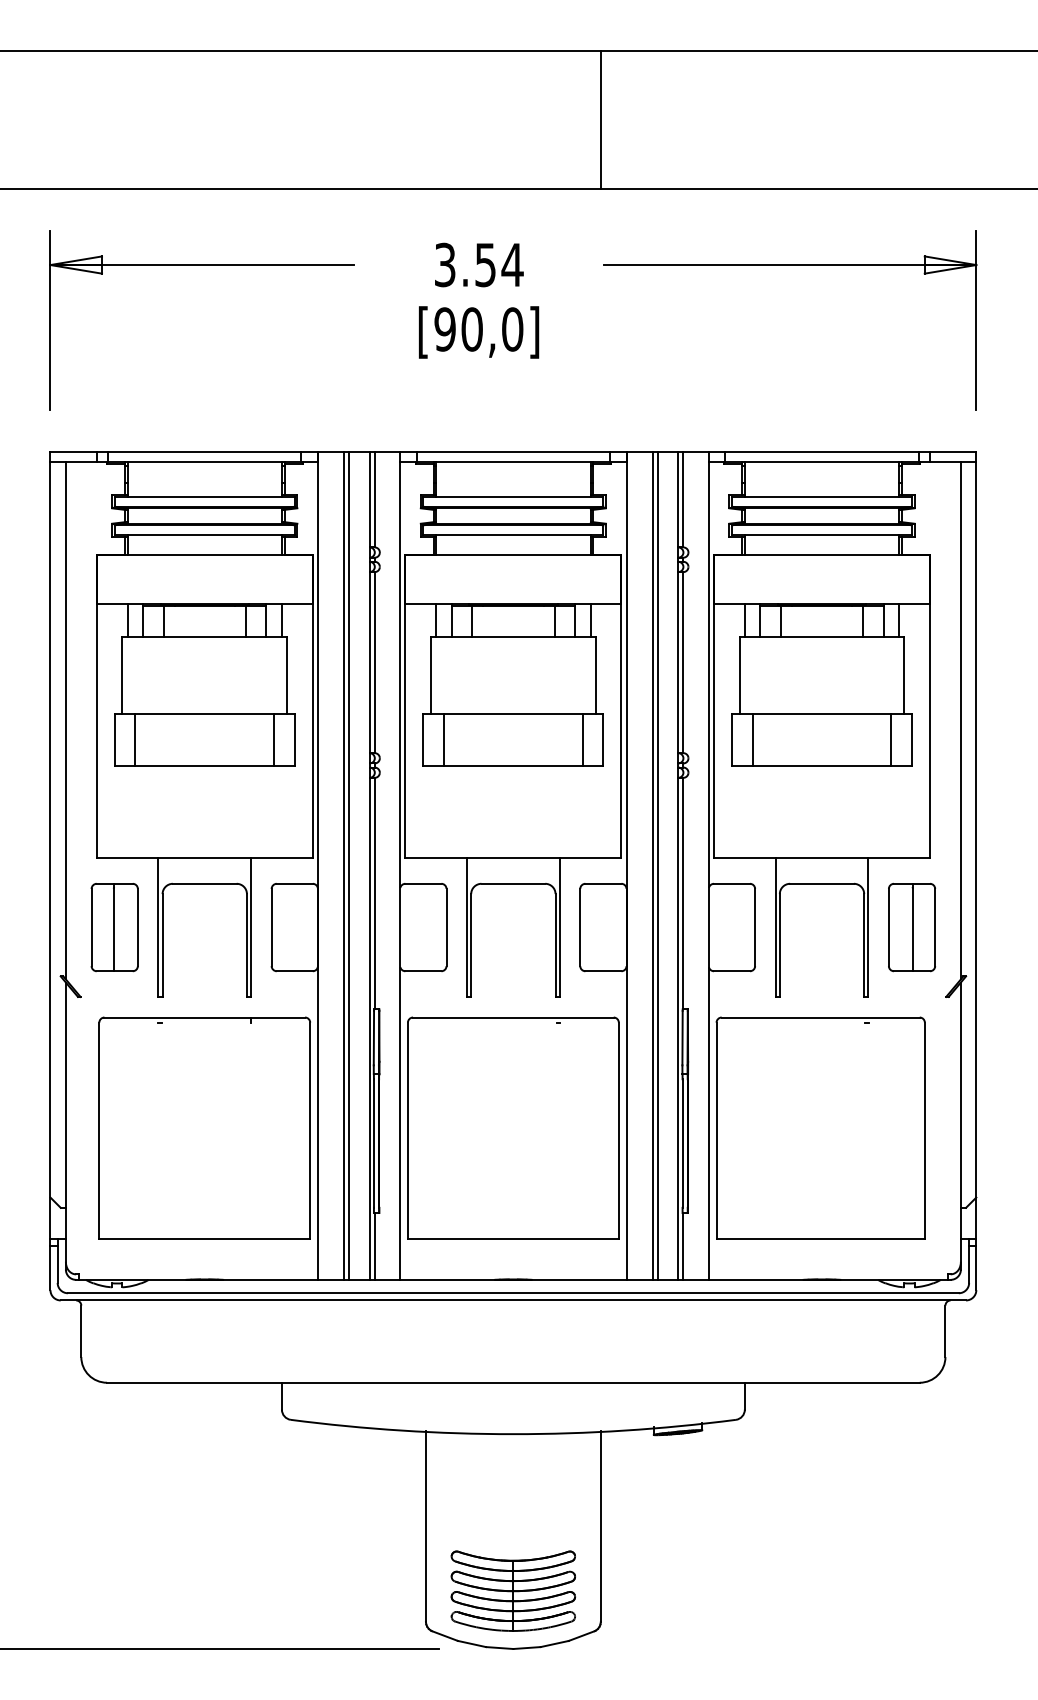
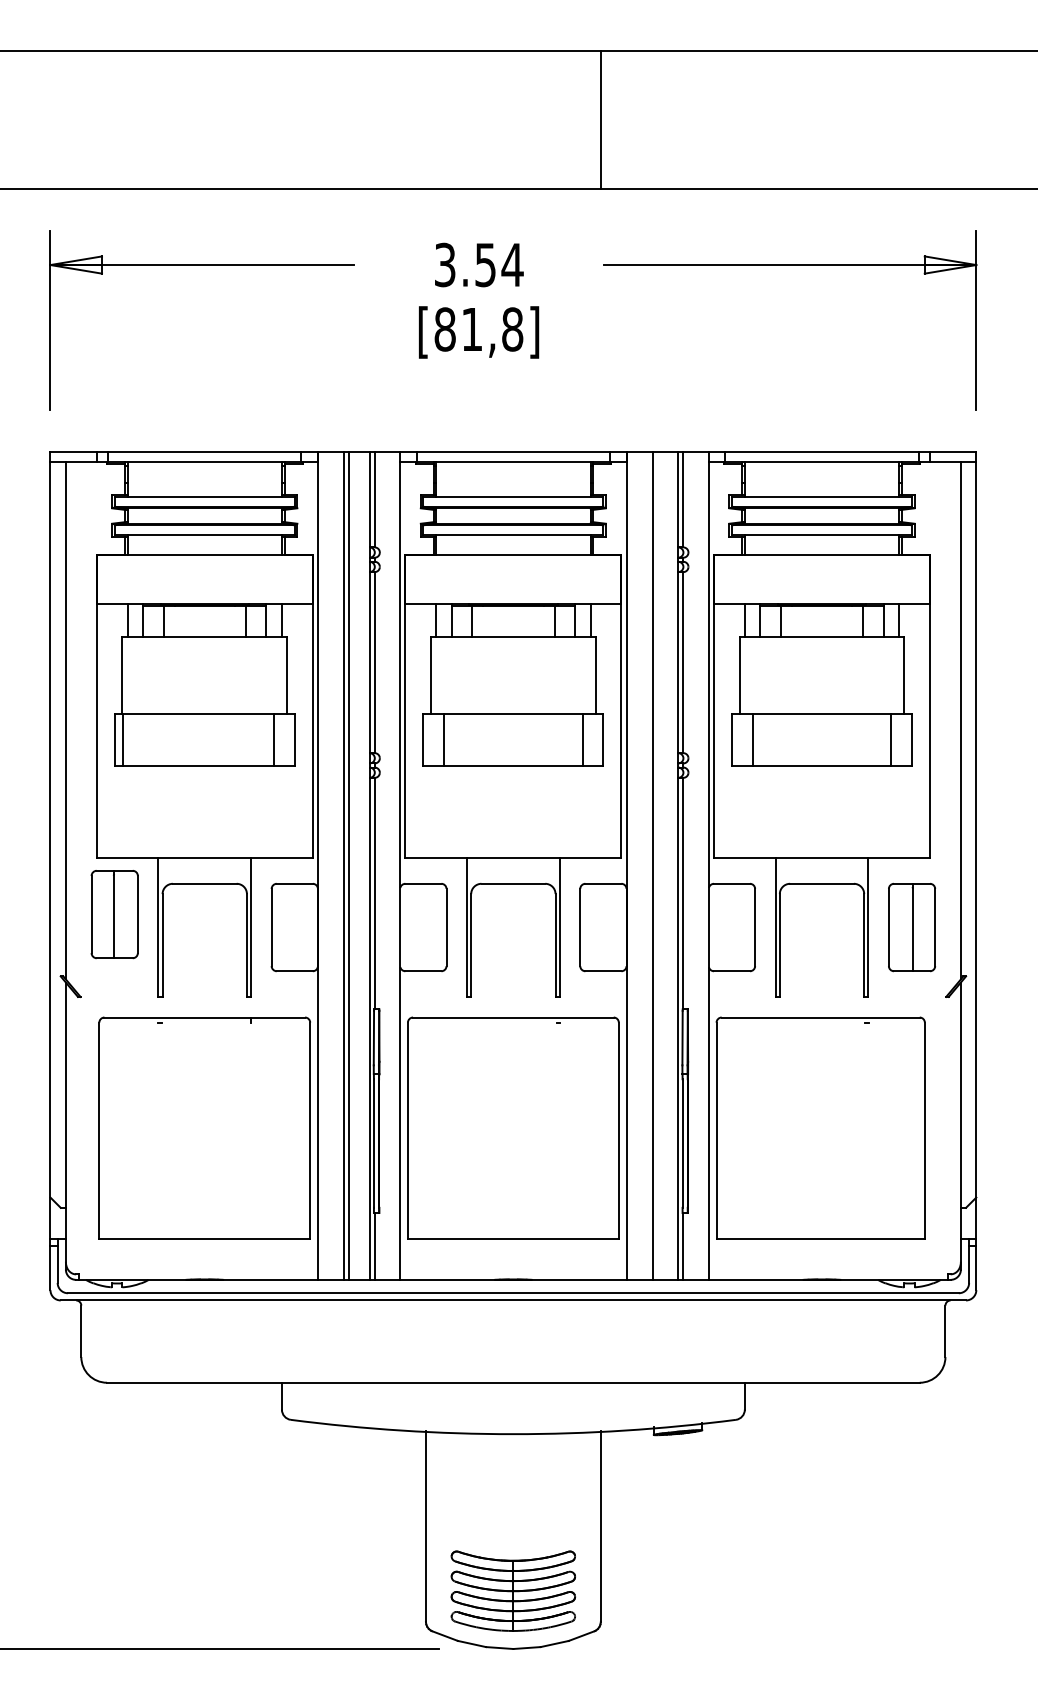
text at (478, 329): [90,0] -> [81,8]
line at (135, 739) position: (135, 739) -> (123, 739)
line at (657, 865): present -> none
part at (114, 927) position: (114, 927) -> (114, 914)
